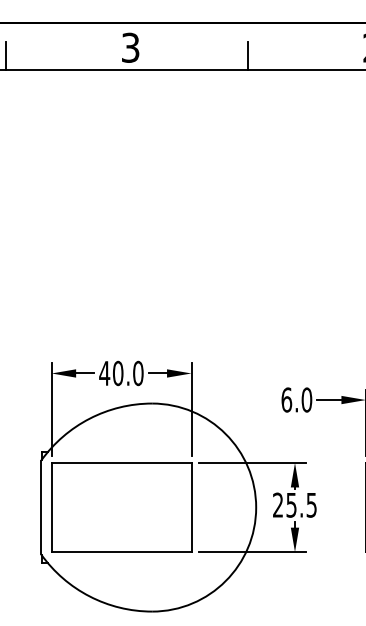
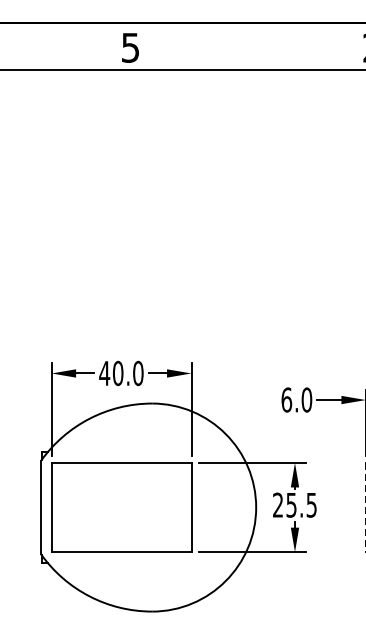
text at (130, 47): 3 -> 5
line at (6, 55): present -> none
line at (247, 55): present -> none
line at (365, 507): solid -> dashed
